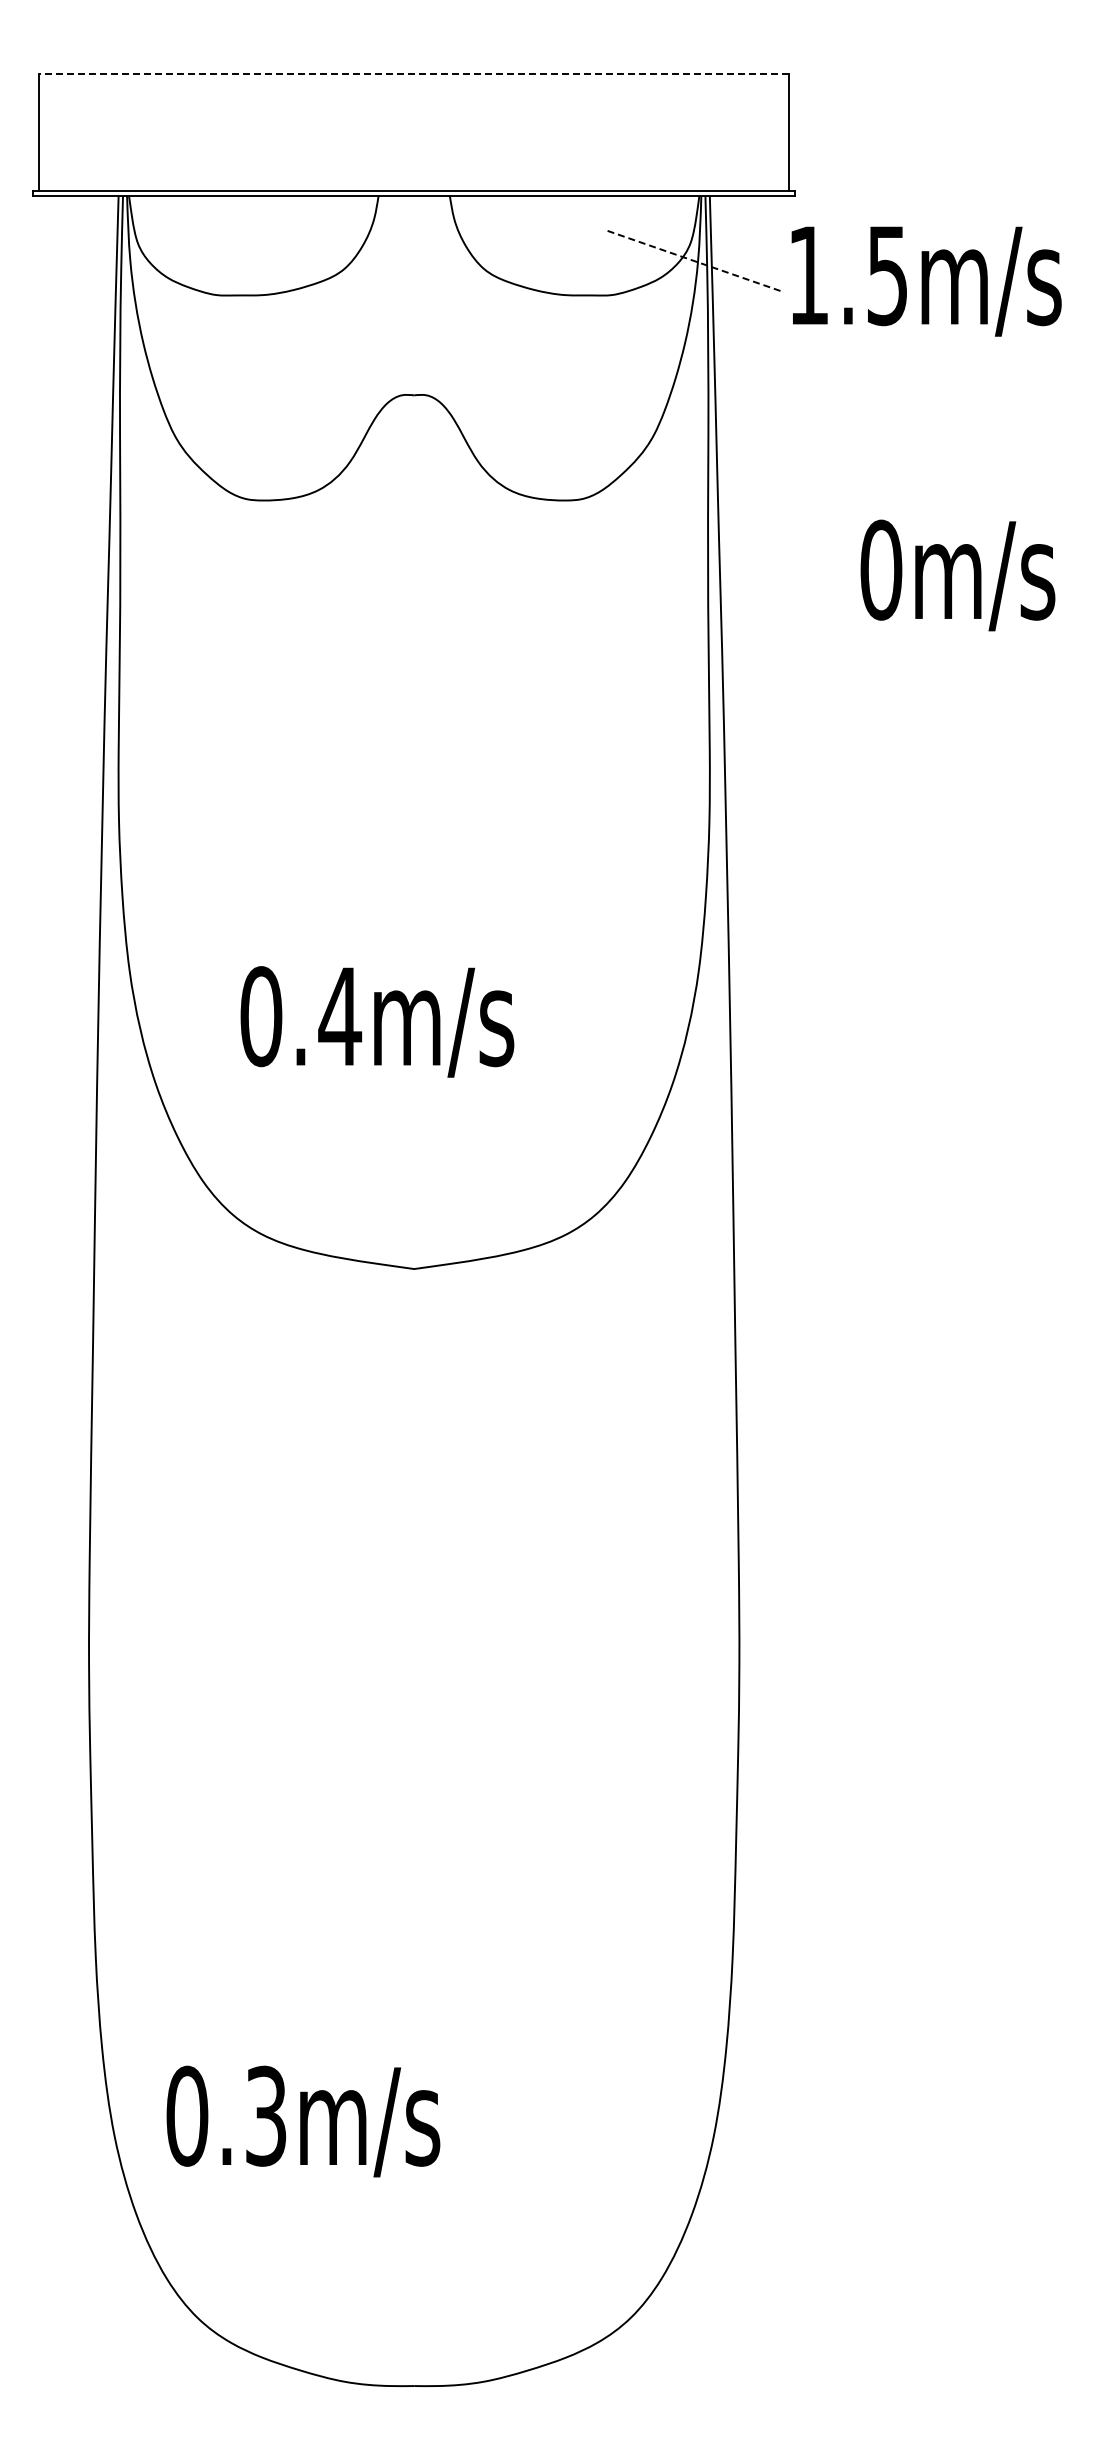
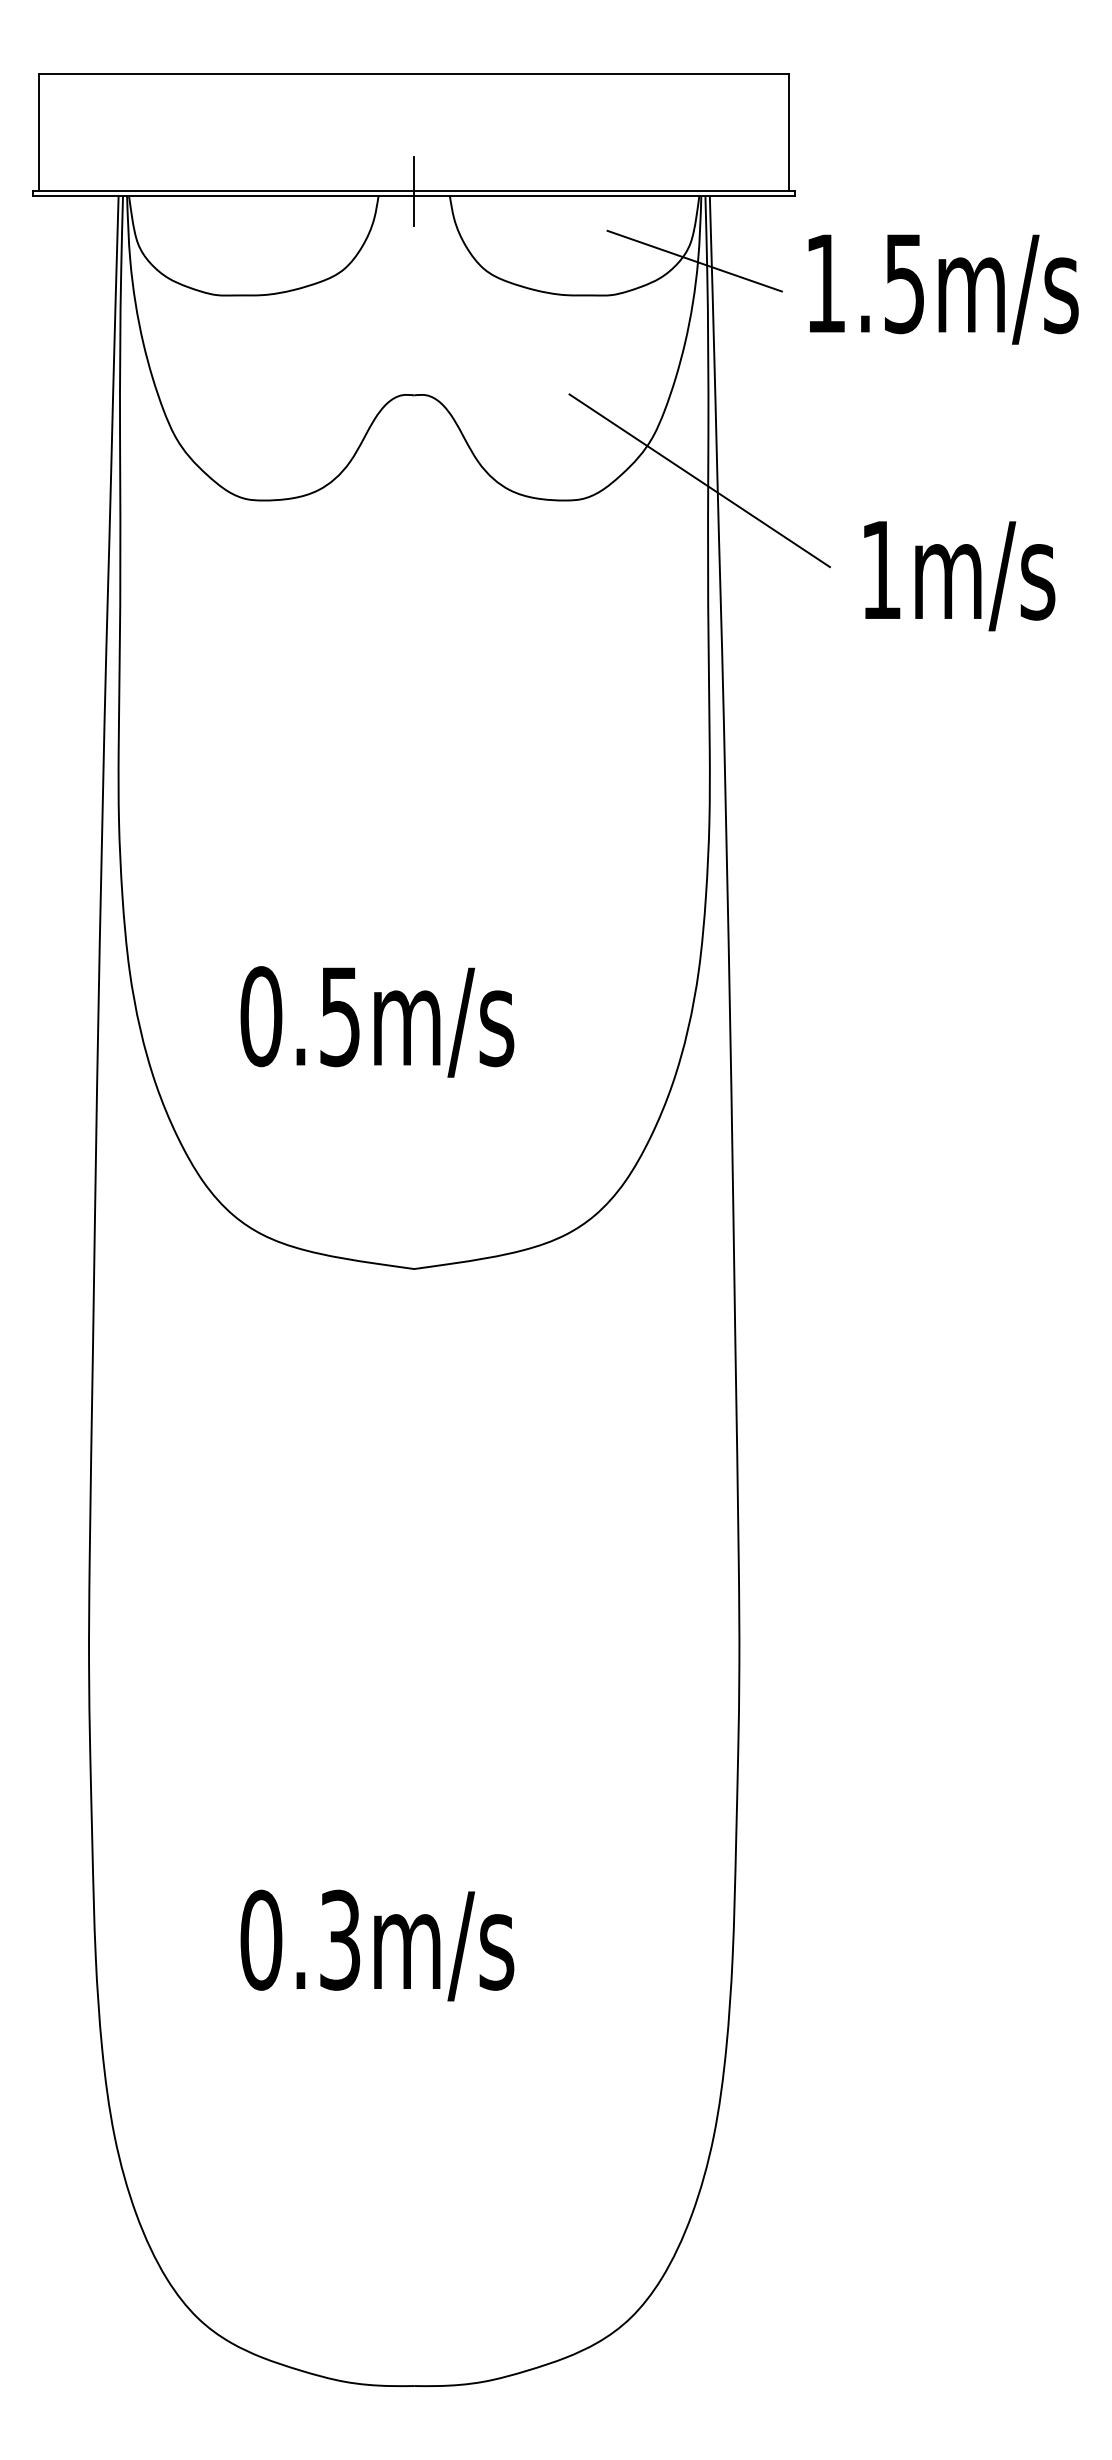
line at (414, 73): dashed -> solid
line at (414, 191): none -> present
line at (695, 261): dashed -> solid
text at (926, 281) position: (926, 281) -> (943, 289)
line at (699, 480): none -> present
text at (881, 569): 0m/s -> 1m/s
text at (340, 1017): 0.4m/s -> 0.5m/s
text at (303, 2121) position: (303, 2121) -> (377, 1945)
